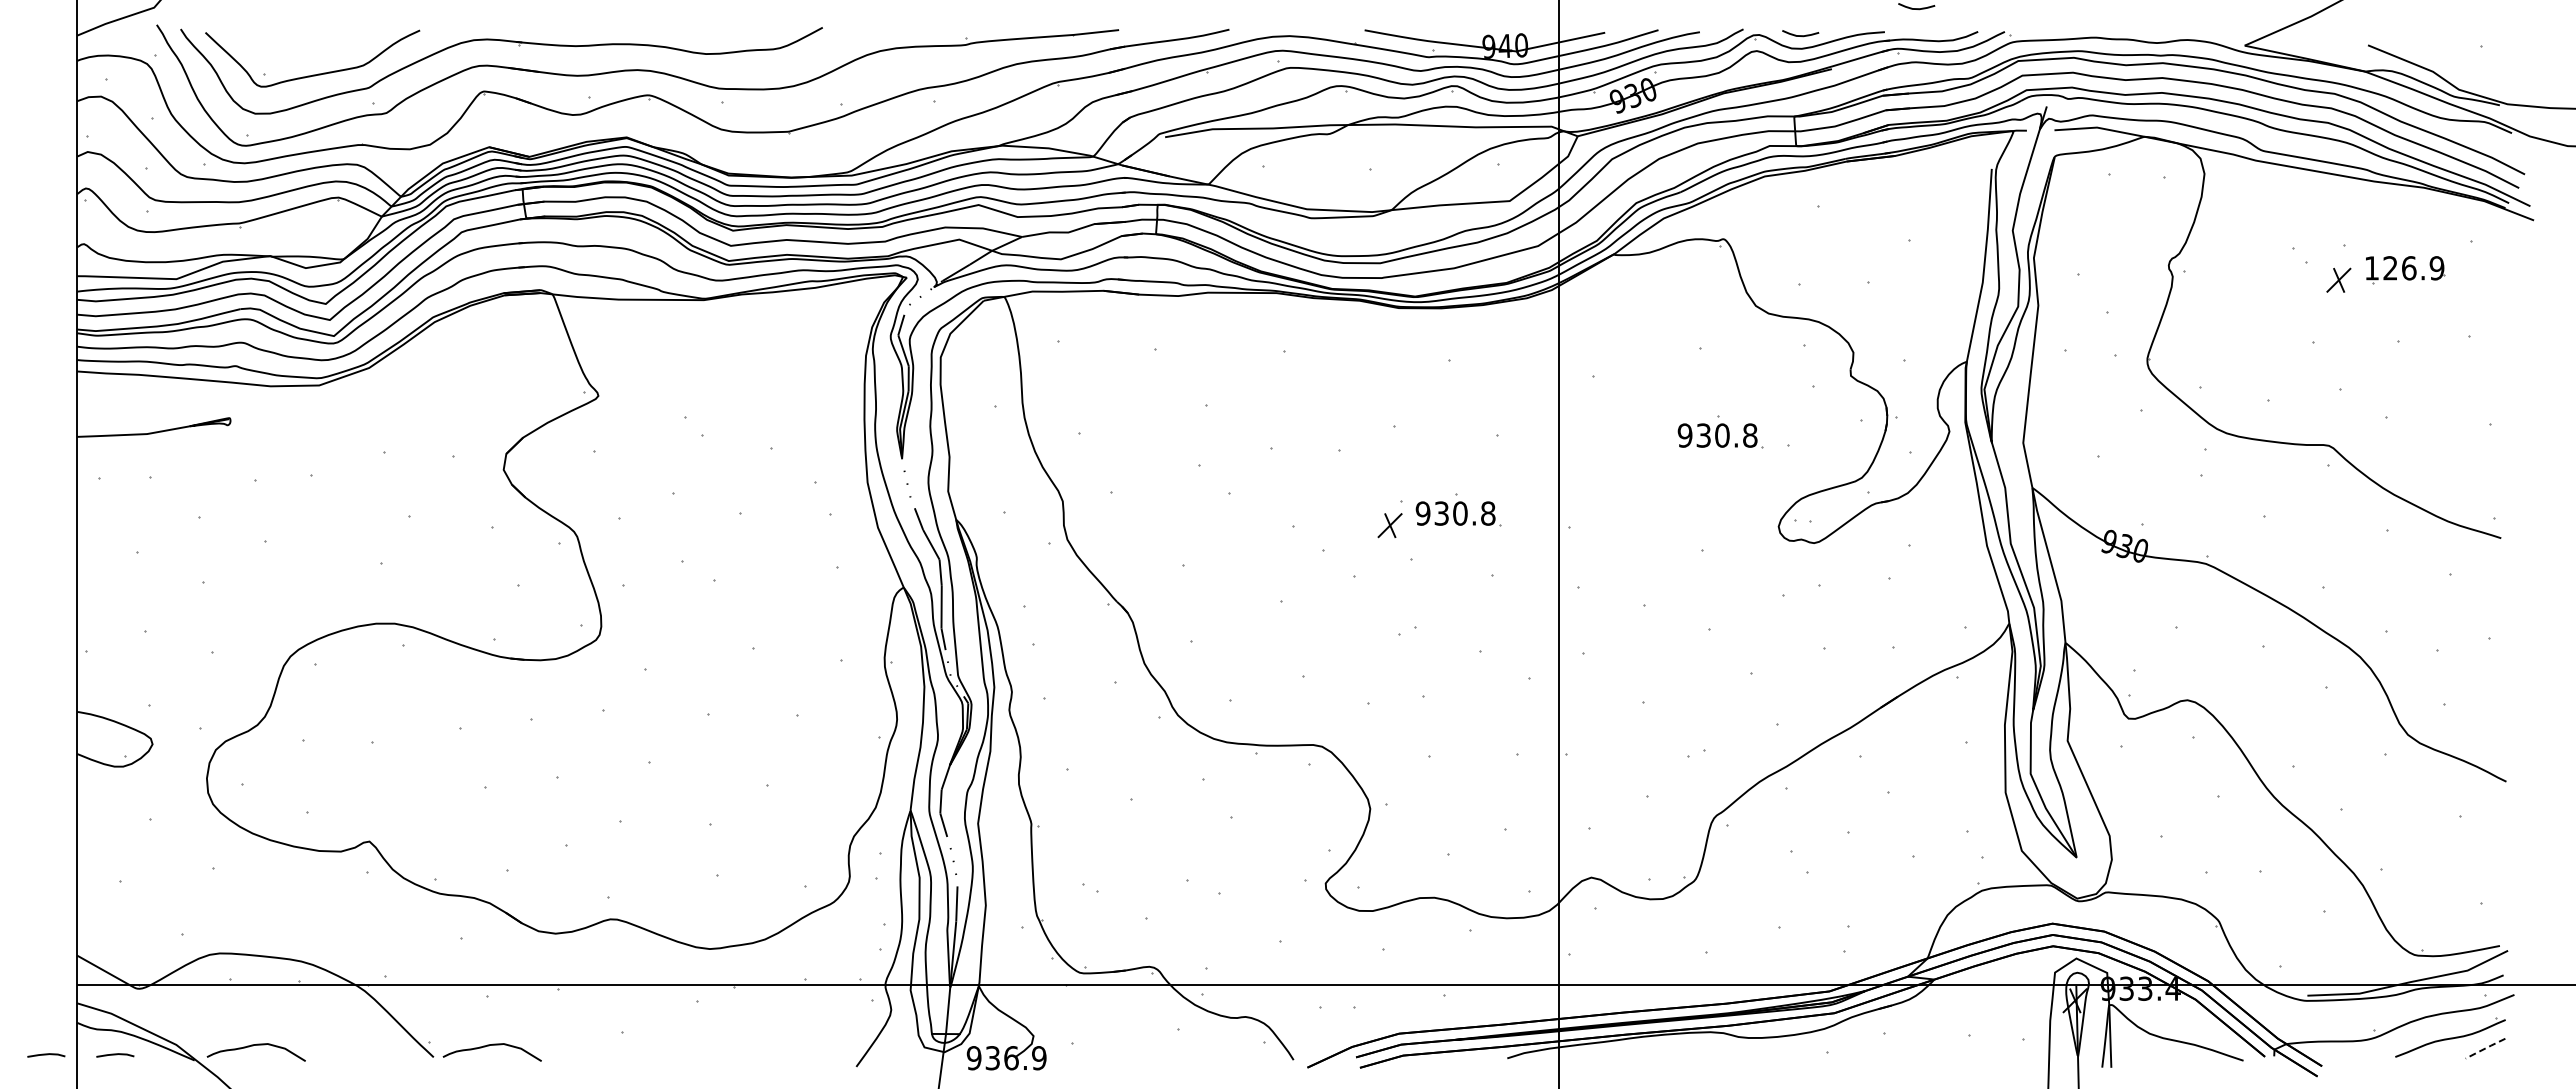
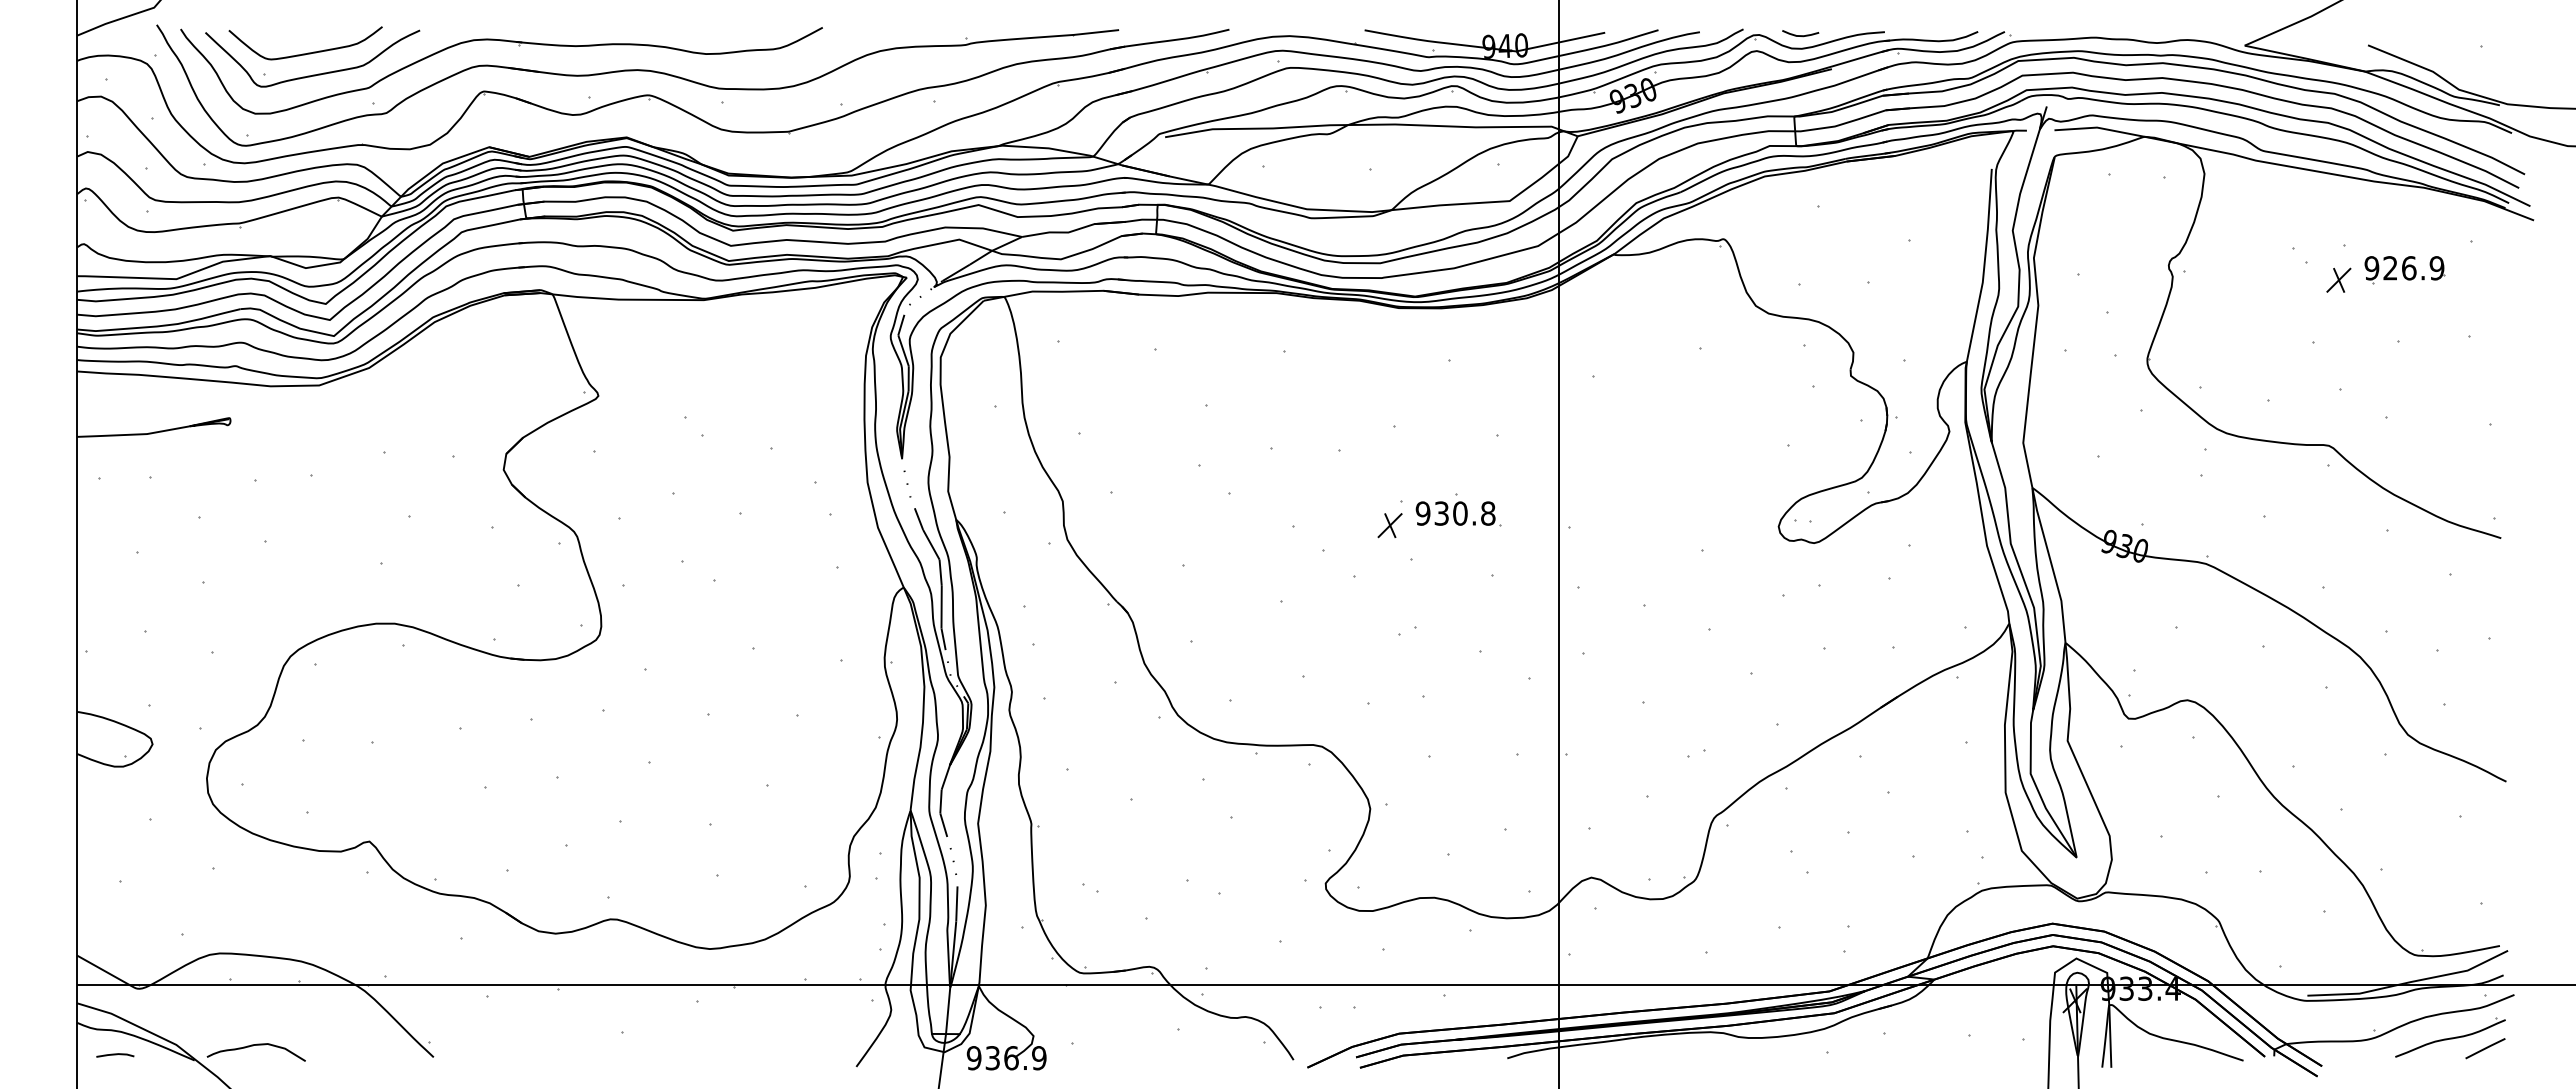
curve at (1916, 8): present -> none
curve at (307, 52): none -> present
text at (2371, 268): 126.9 -> 926.9
part at (1720, 431): present -> none
curve at (489, 1046): present -> none
line at (2484, 1048): dashed -> solid
line at (46, 1055): present -> none
